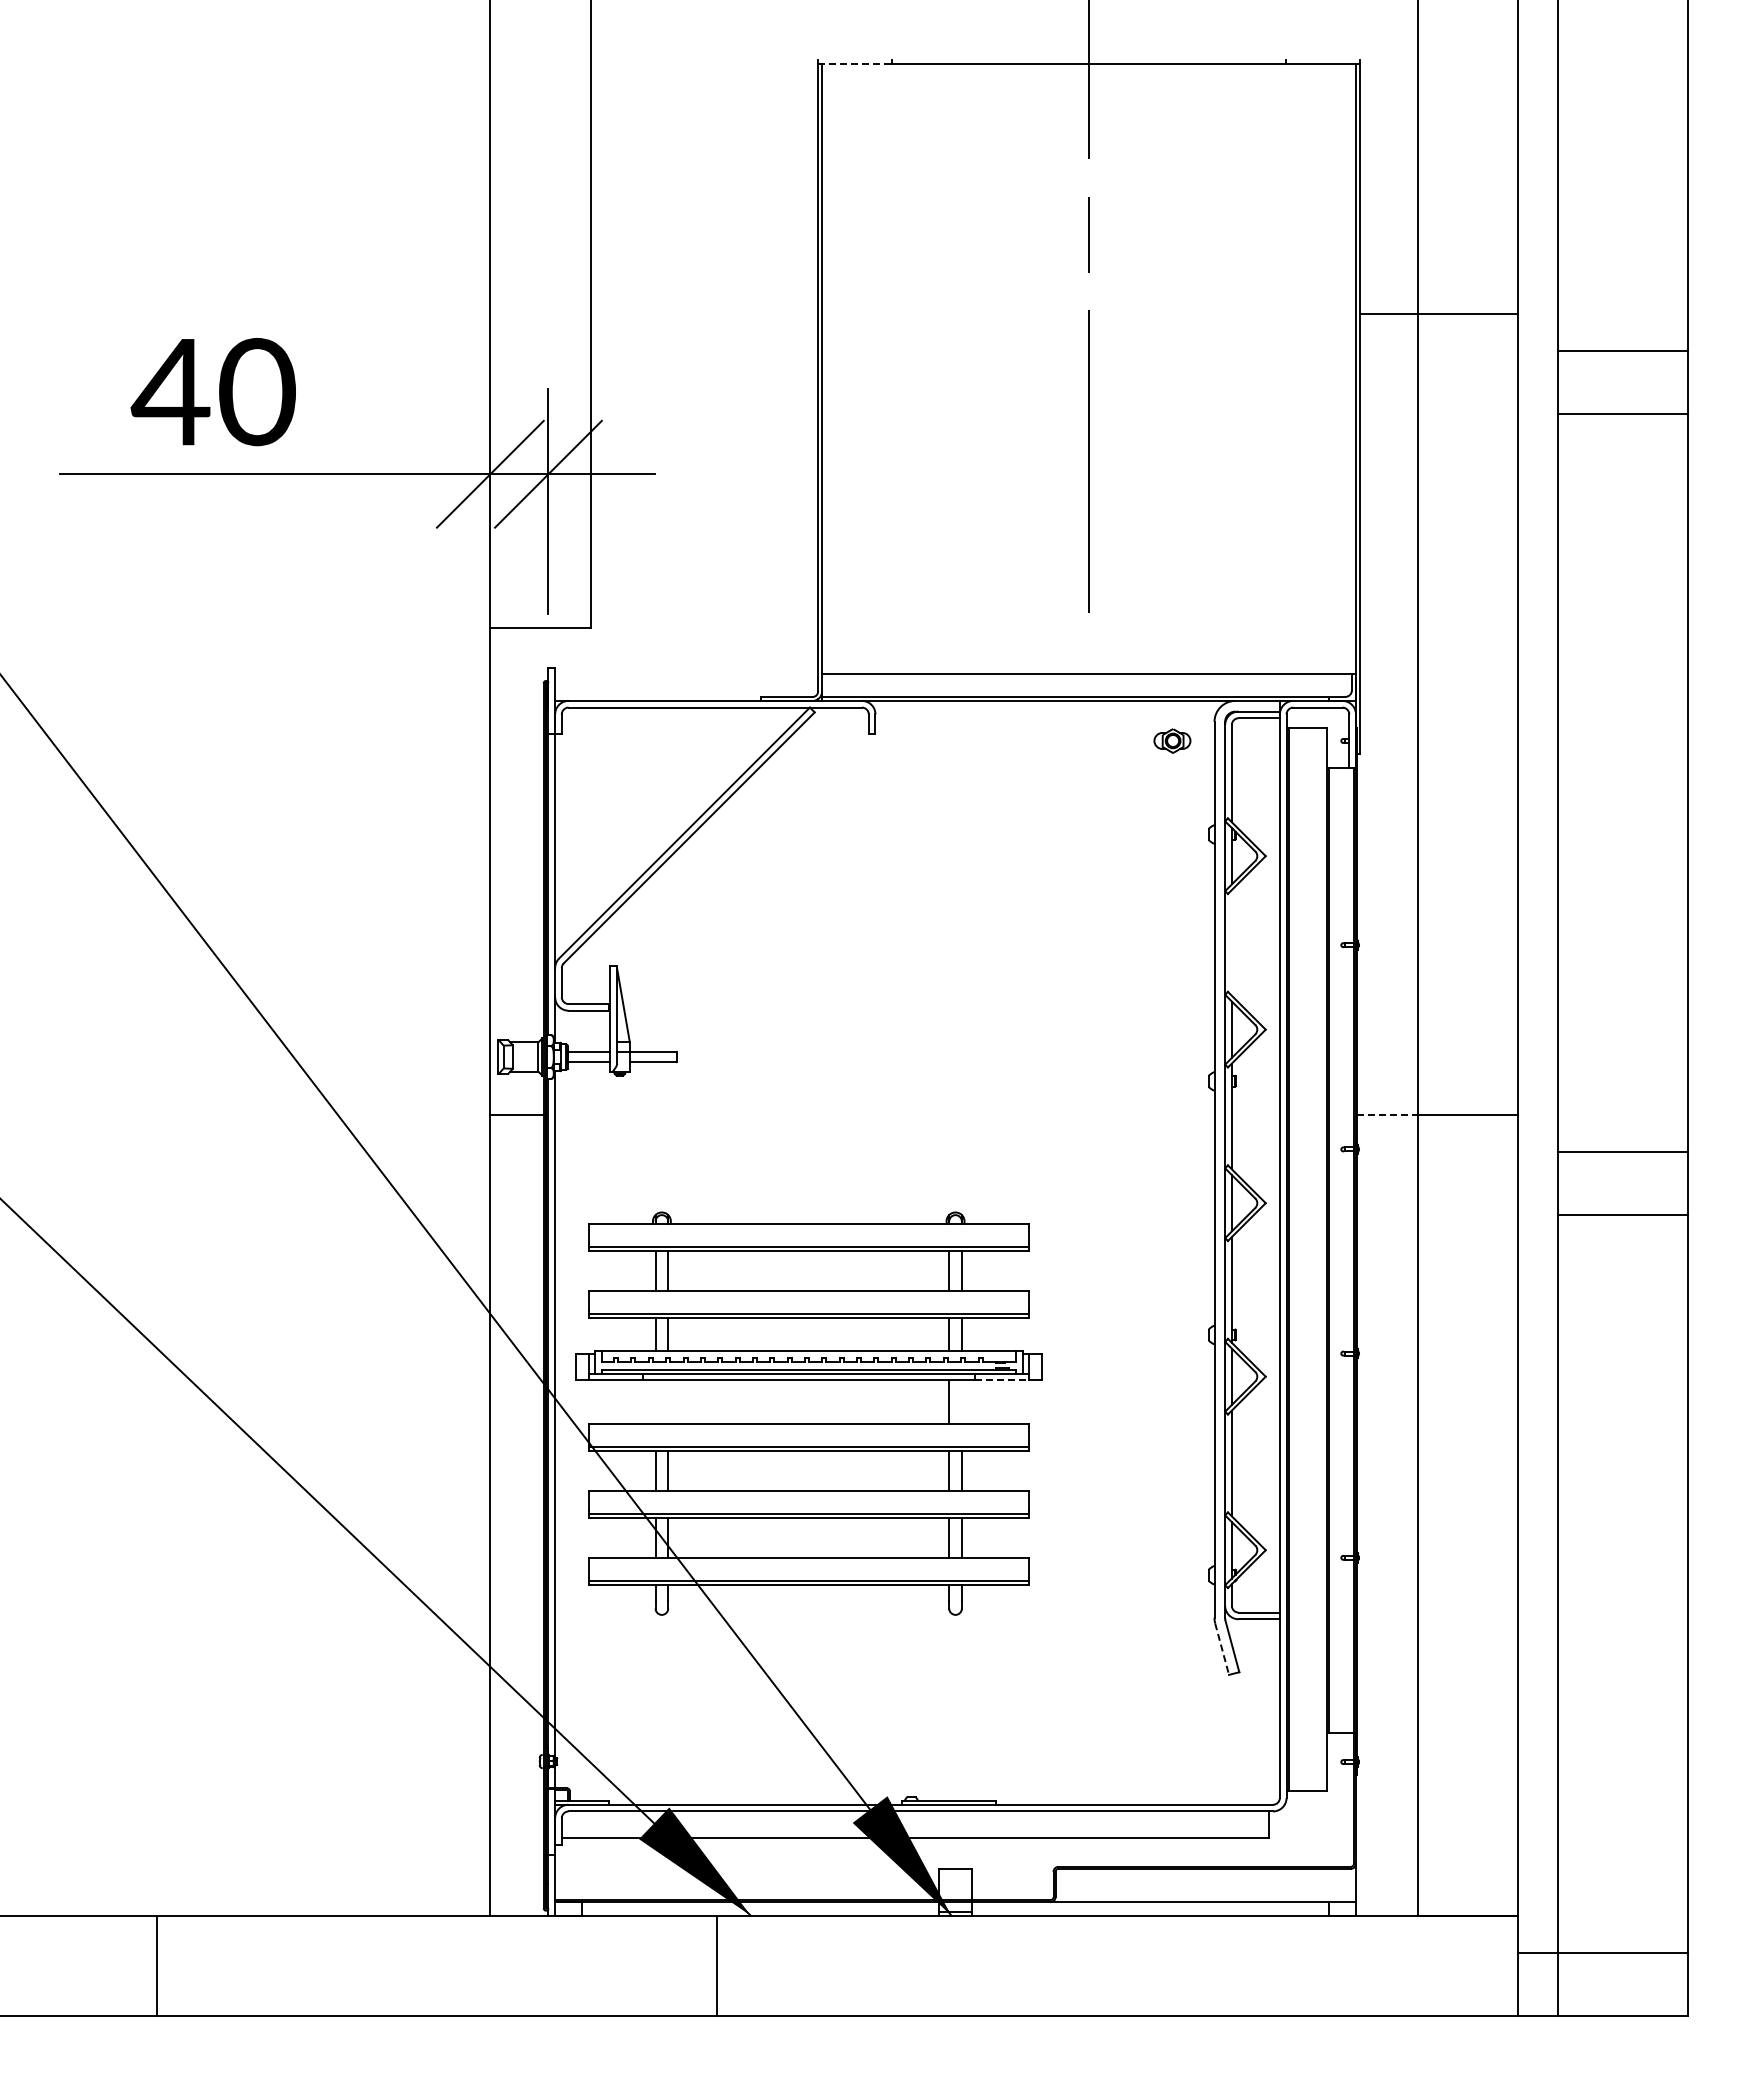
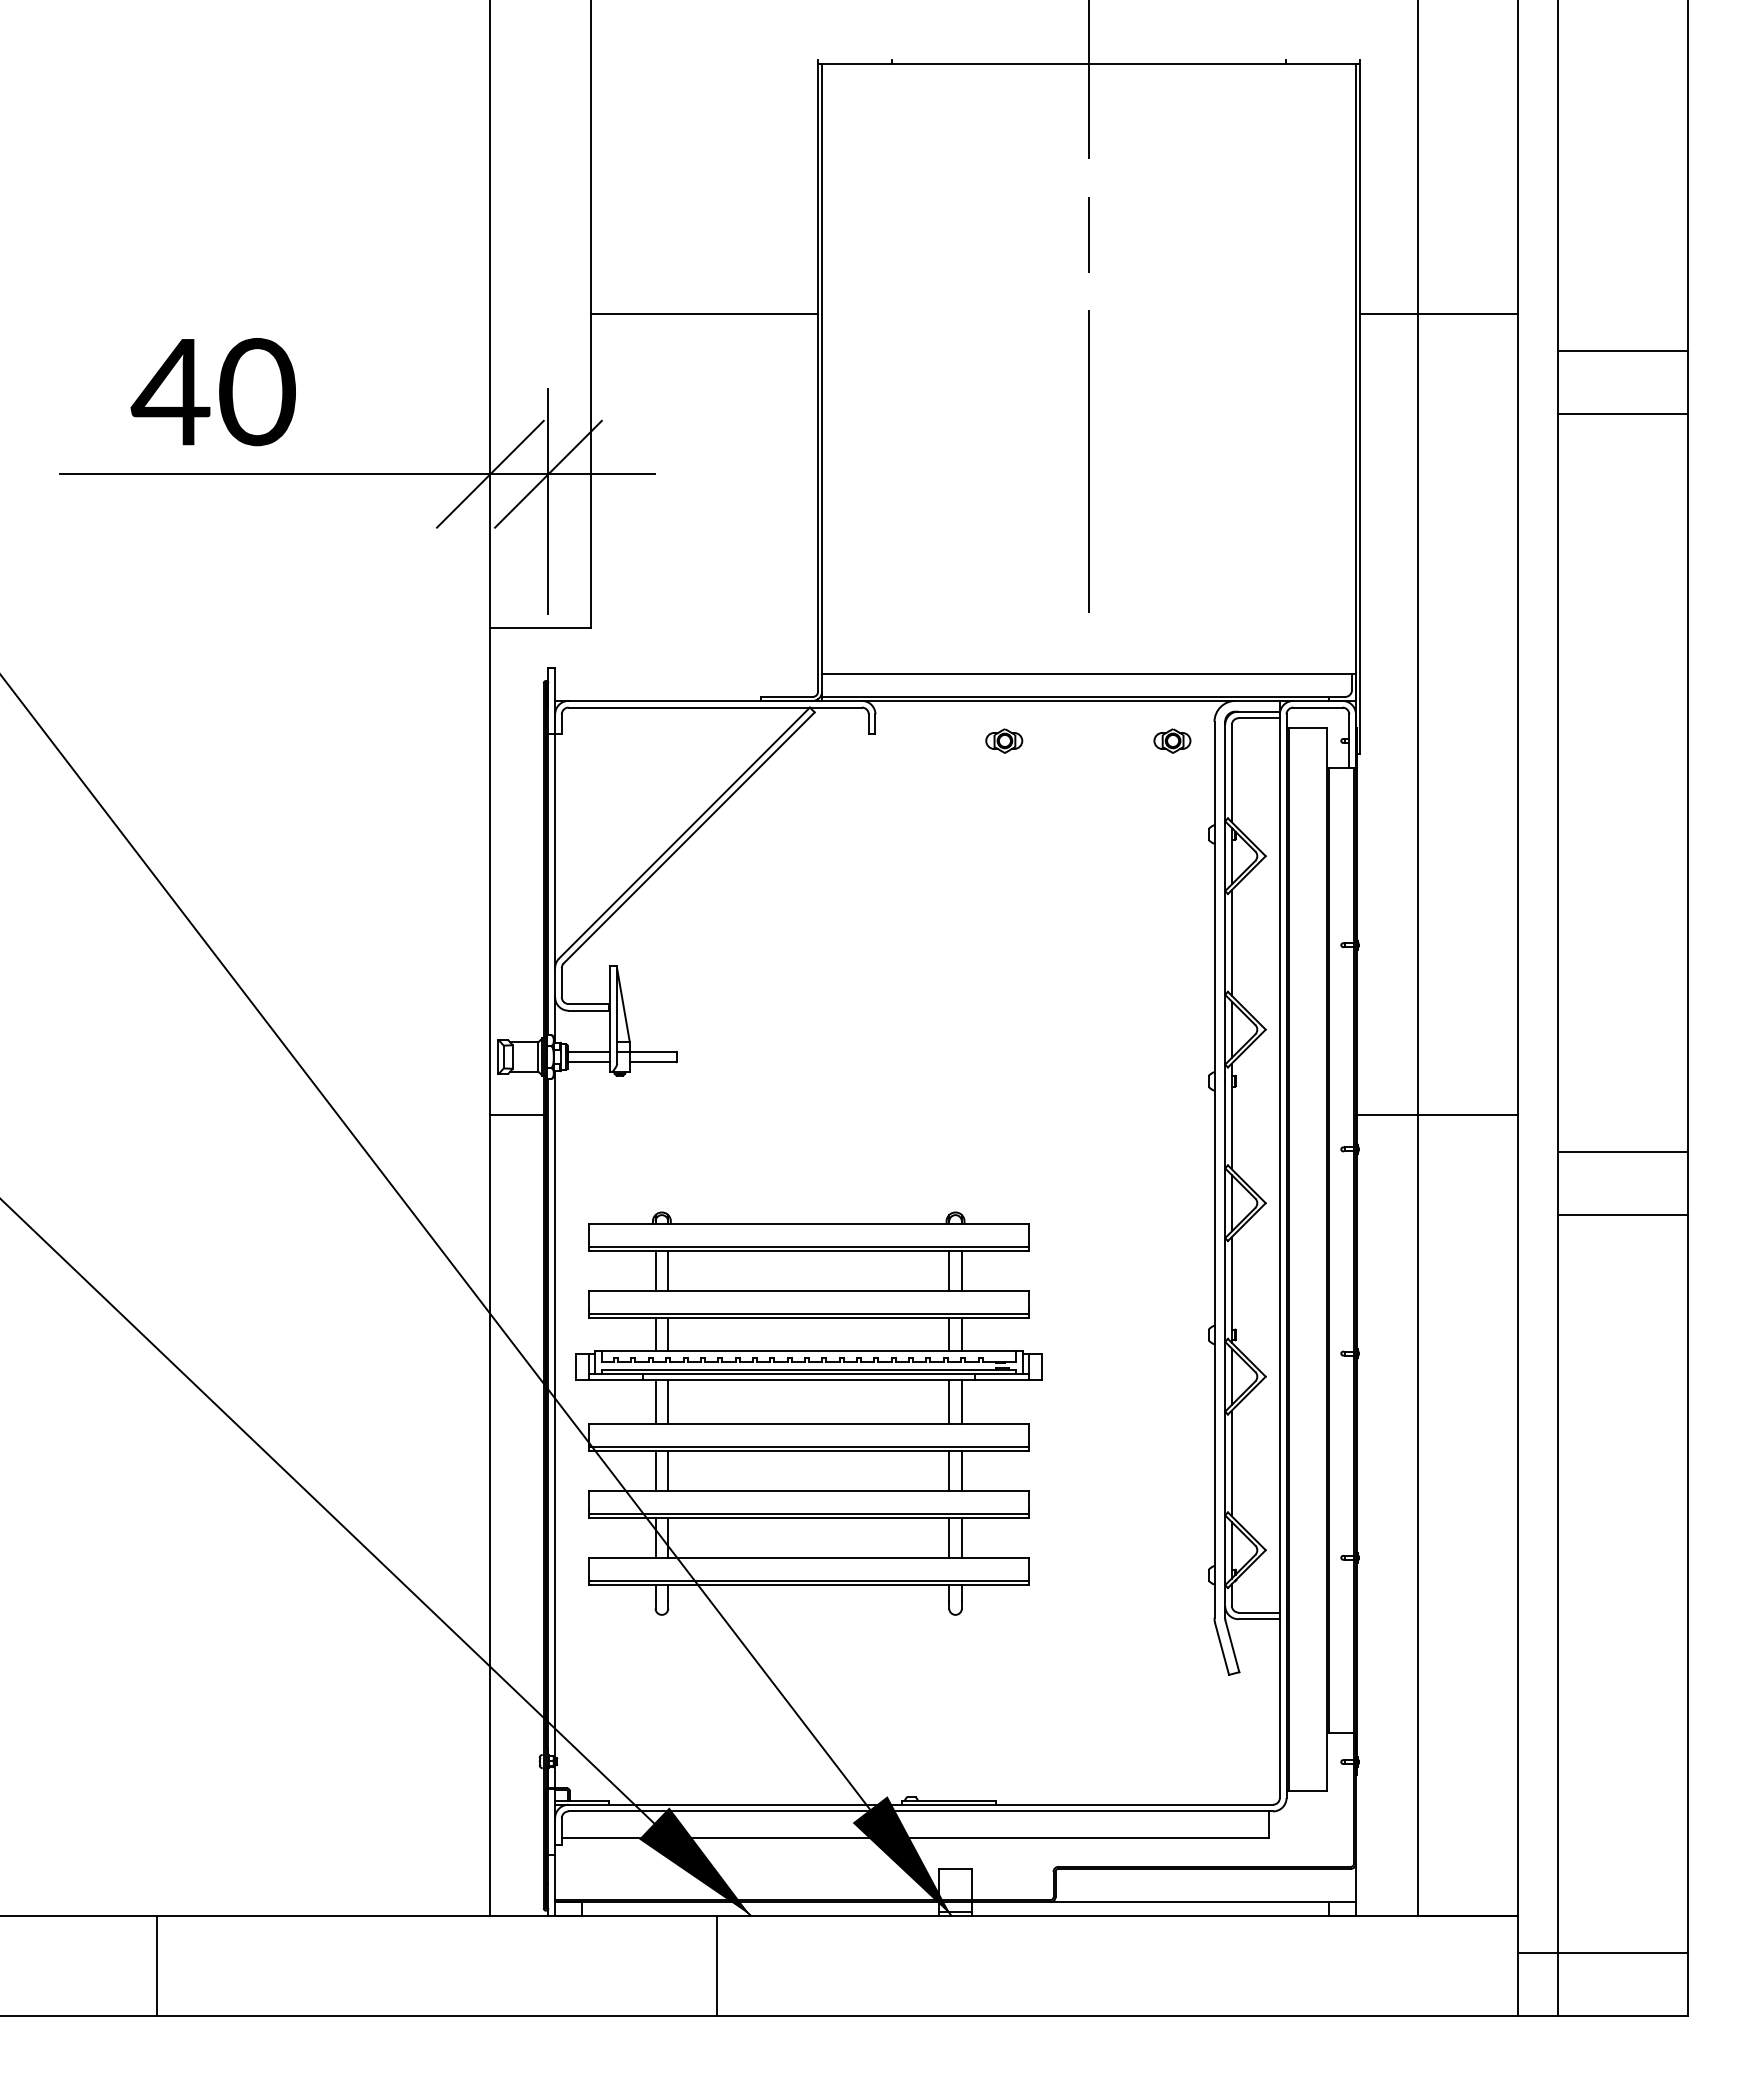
line at (855, 64): dashed -> solid
line at (704, 313): none -> present
part at (1004, 740): none -> present
line at (1231, 942): none -> present
line at (1387, 1114): dashed -> solid
line at (1001, 1380): dashed -> solid
line at (655, 1402): none -> present
line at (668, 1402): none -> present
line at (961, 1402): none -> present
line at (1222, 1649): dashed -> solid
